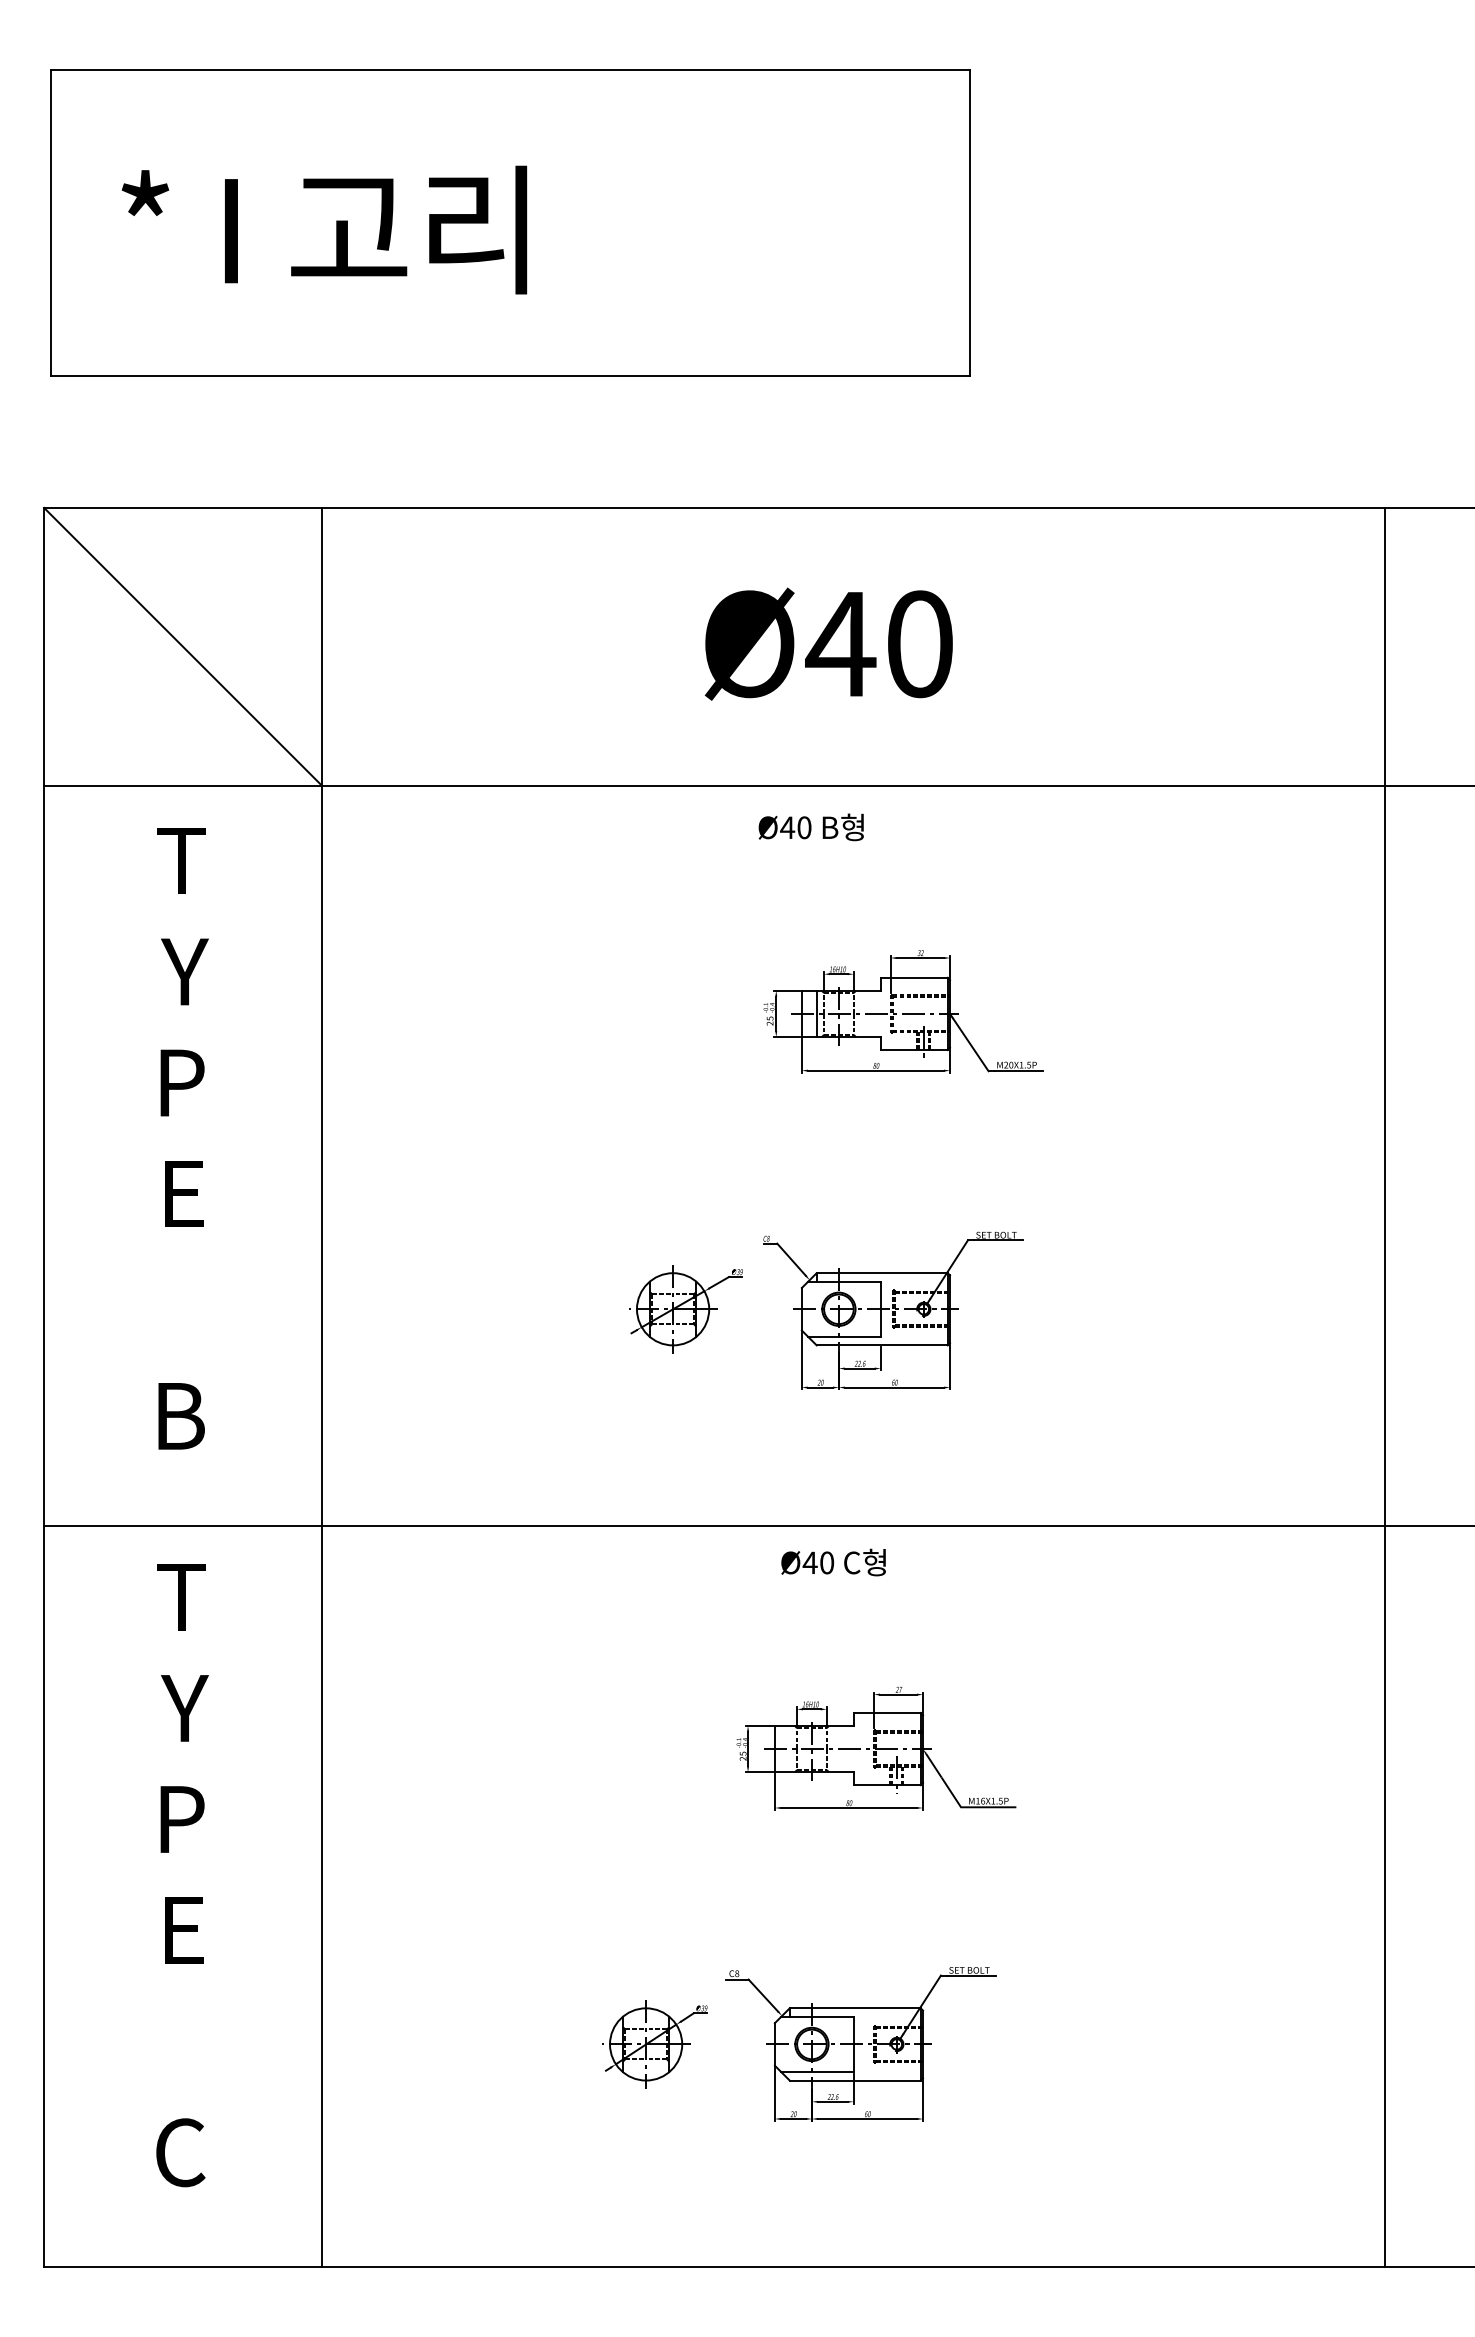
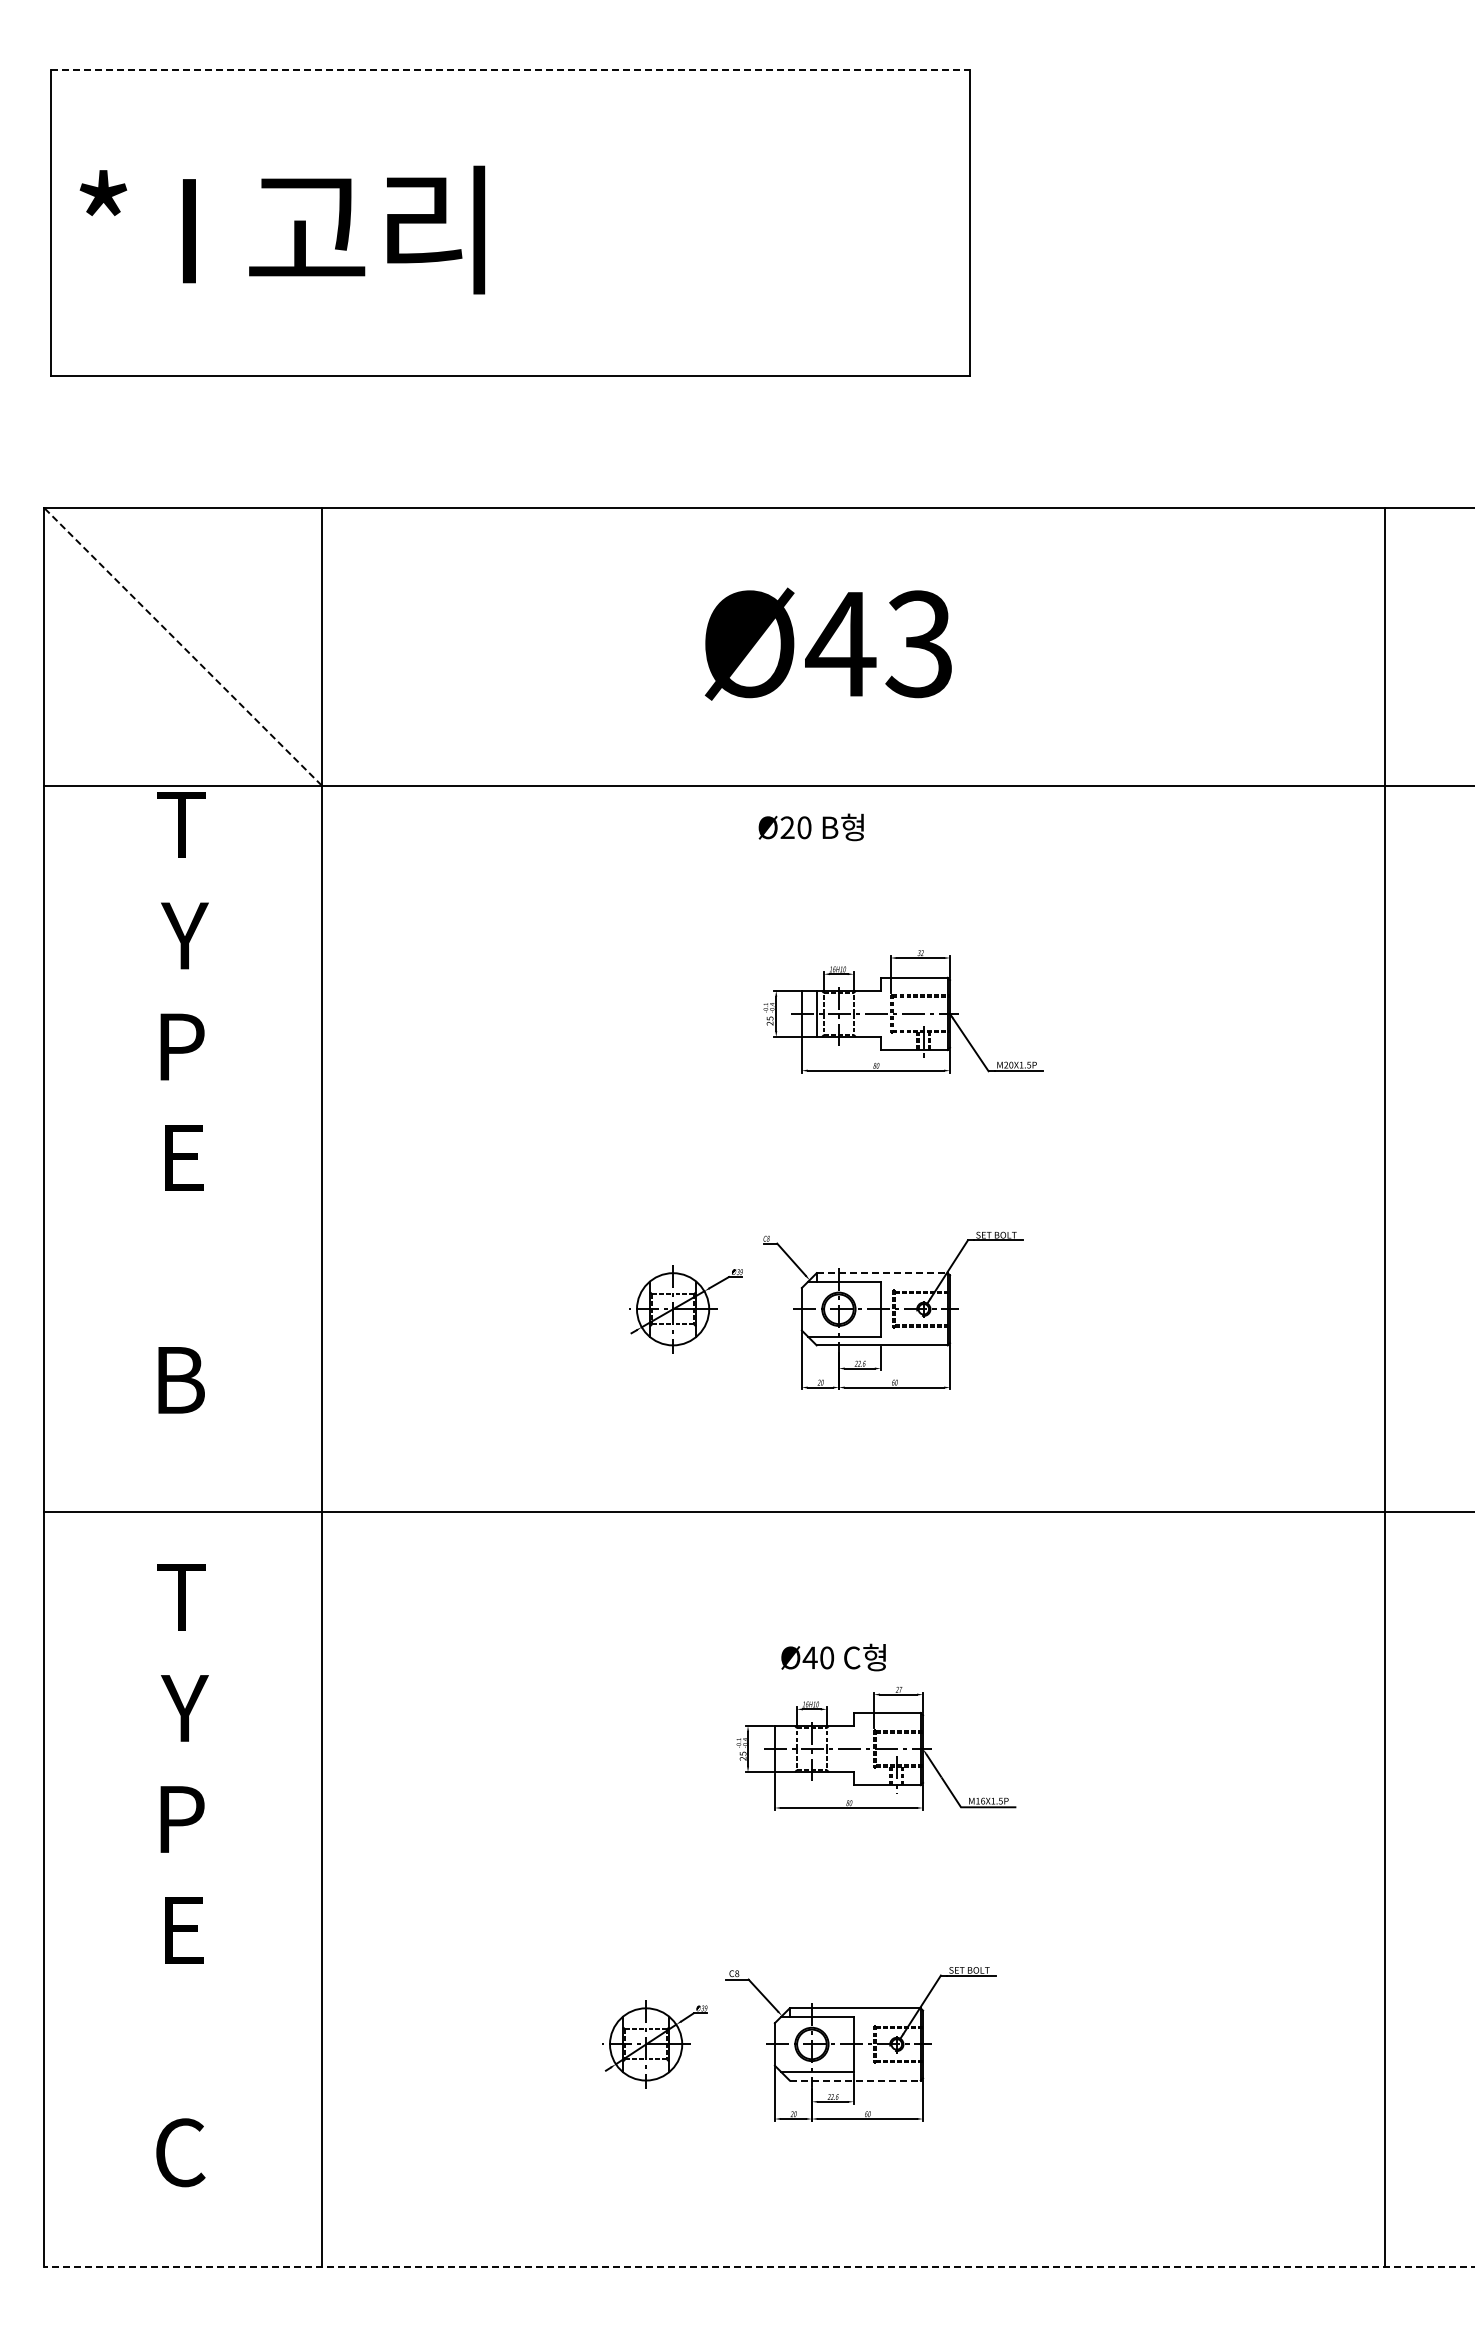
line at (510, 70): solid -> dashed
text at (324, 229) position: (324, 229) -> (282, 229)
text at (918, 644): Ø40 -> Ø43
line at (182, 646): solid -> dashed
text at (787, 827): Ø40 -> Ø20
text at (182, 1138) position: (182, 1138) -> (182, 1102)
line at (882, 1273): solid -> dashed
line at (757, 1526) position: (757, 1526) -> (757, 1512)
text at (833, 1562) position: (833, 1562) -> (833, 1657)
line at (855, 2080): solid -> dashed
line at (759, 2266): solid -> dashed
